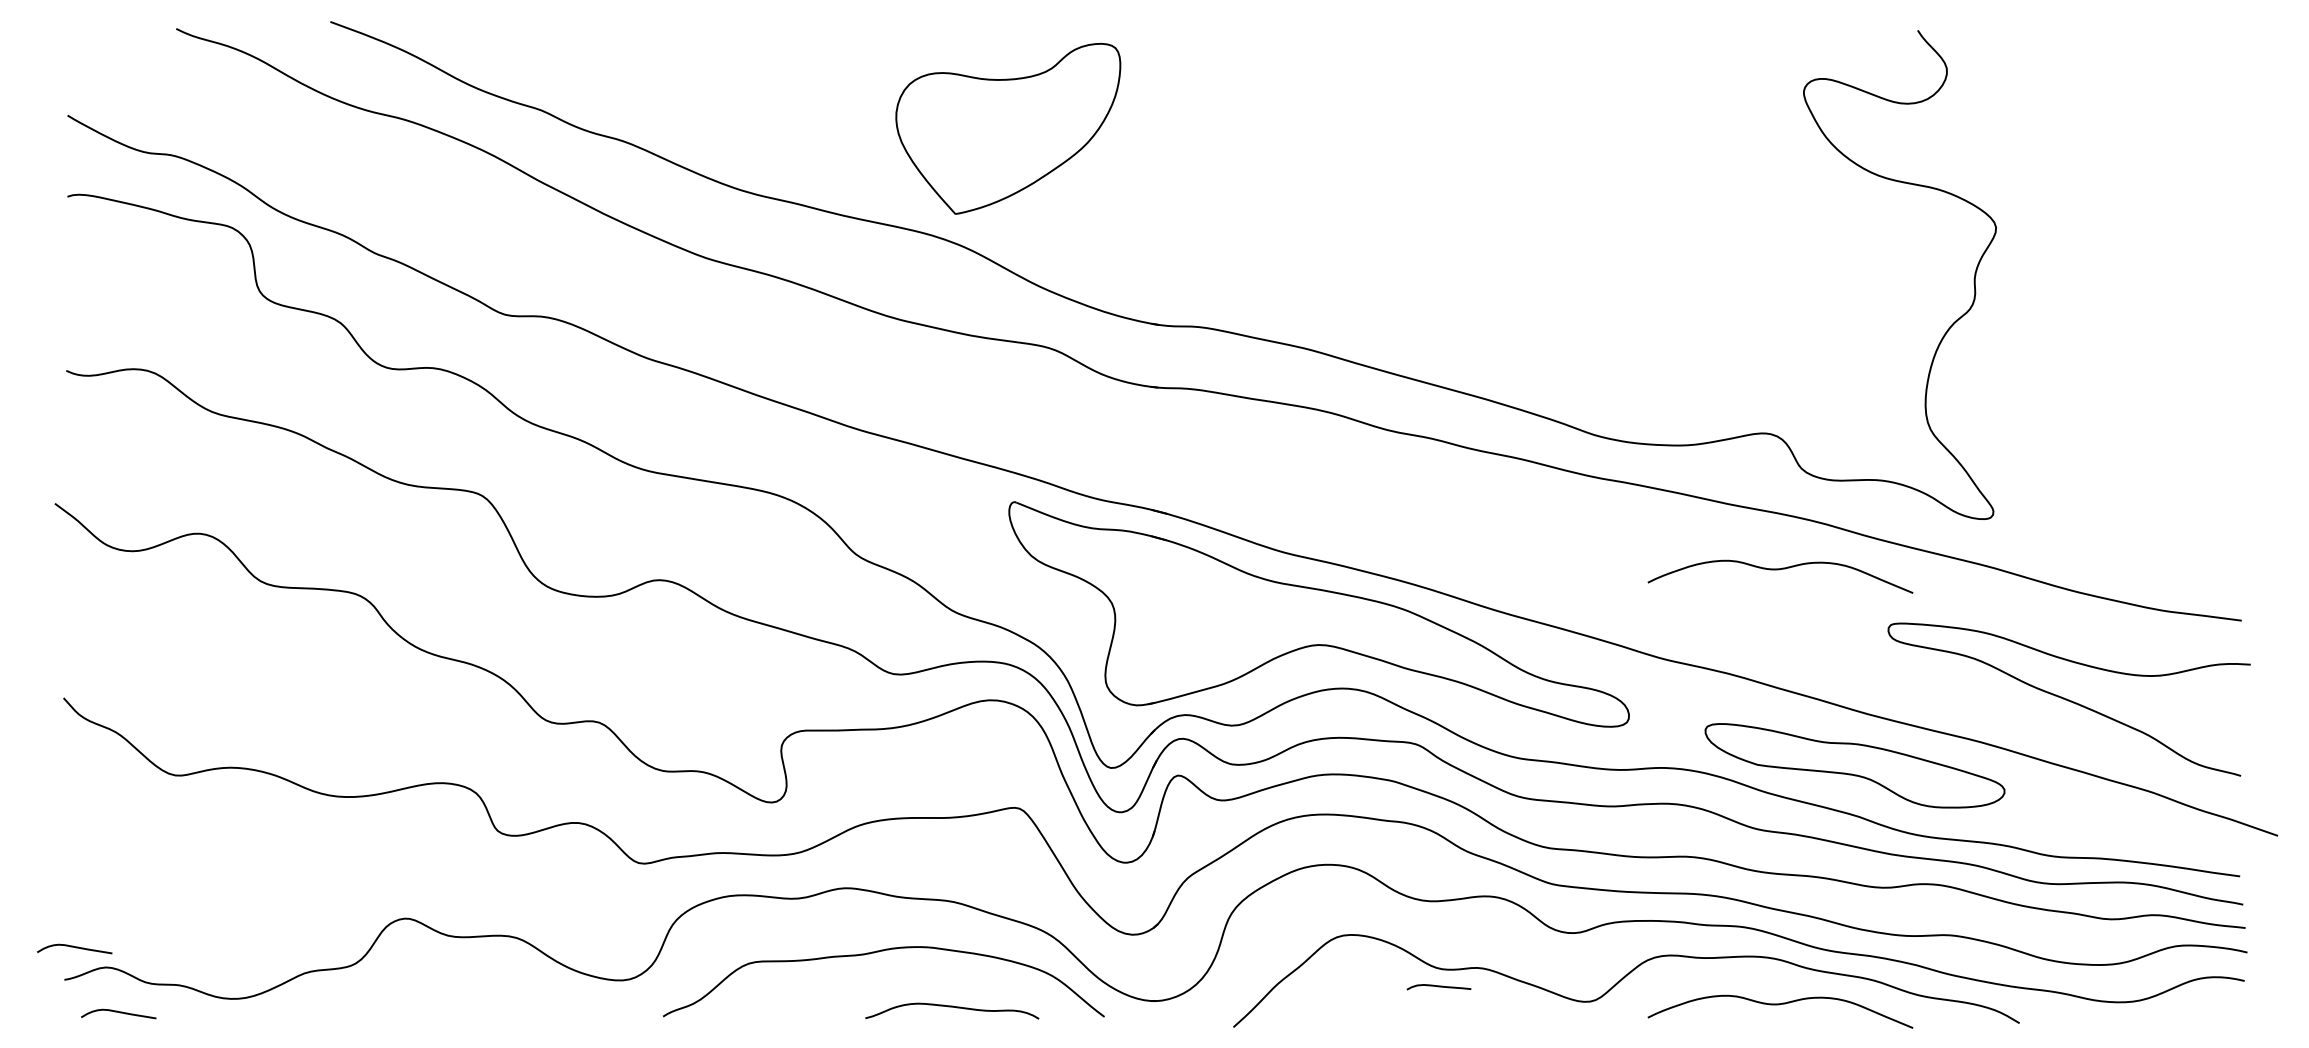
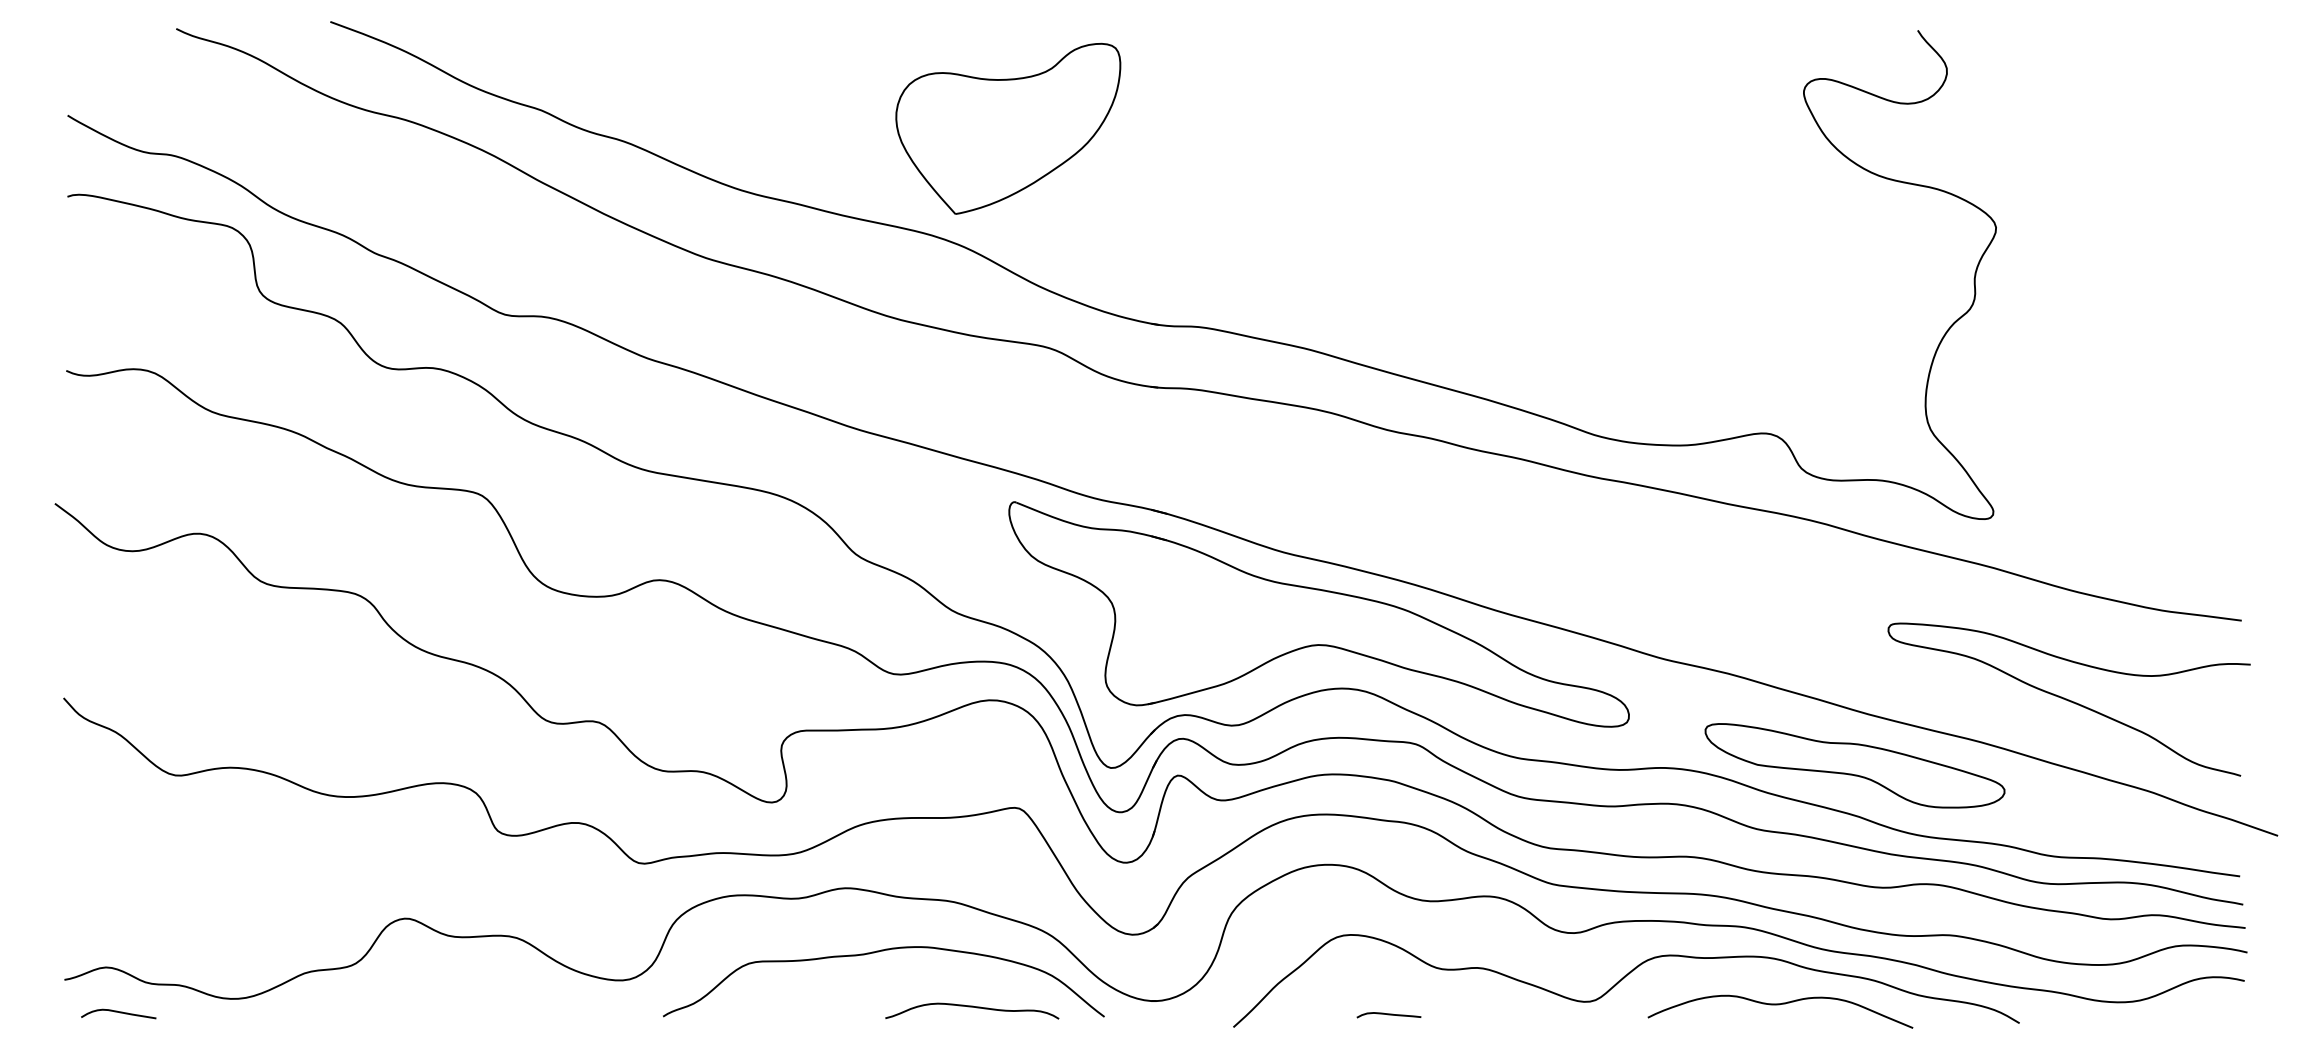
curve at (1779, 570): present -> none
curve at (74, 947): present -> none
curve at (1438, 987) position: (1438, 987) -> (1388, 1015)
curve at (952, 1007) position: (952, 1007) -> (972, 1007)
